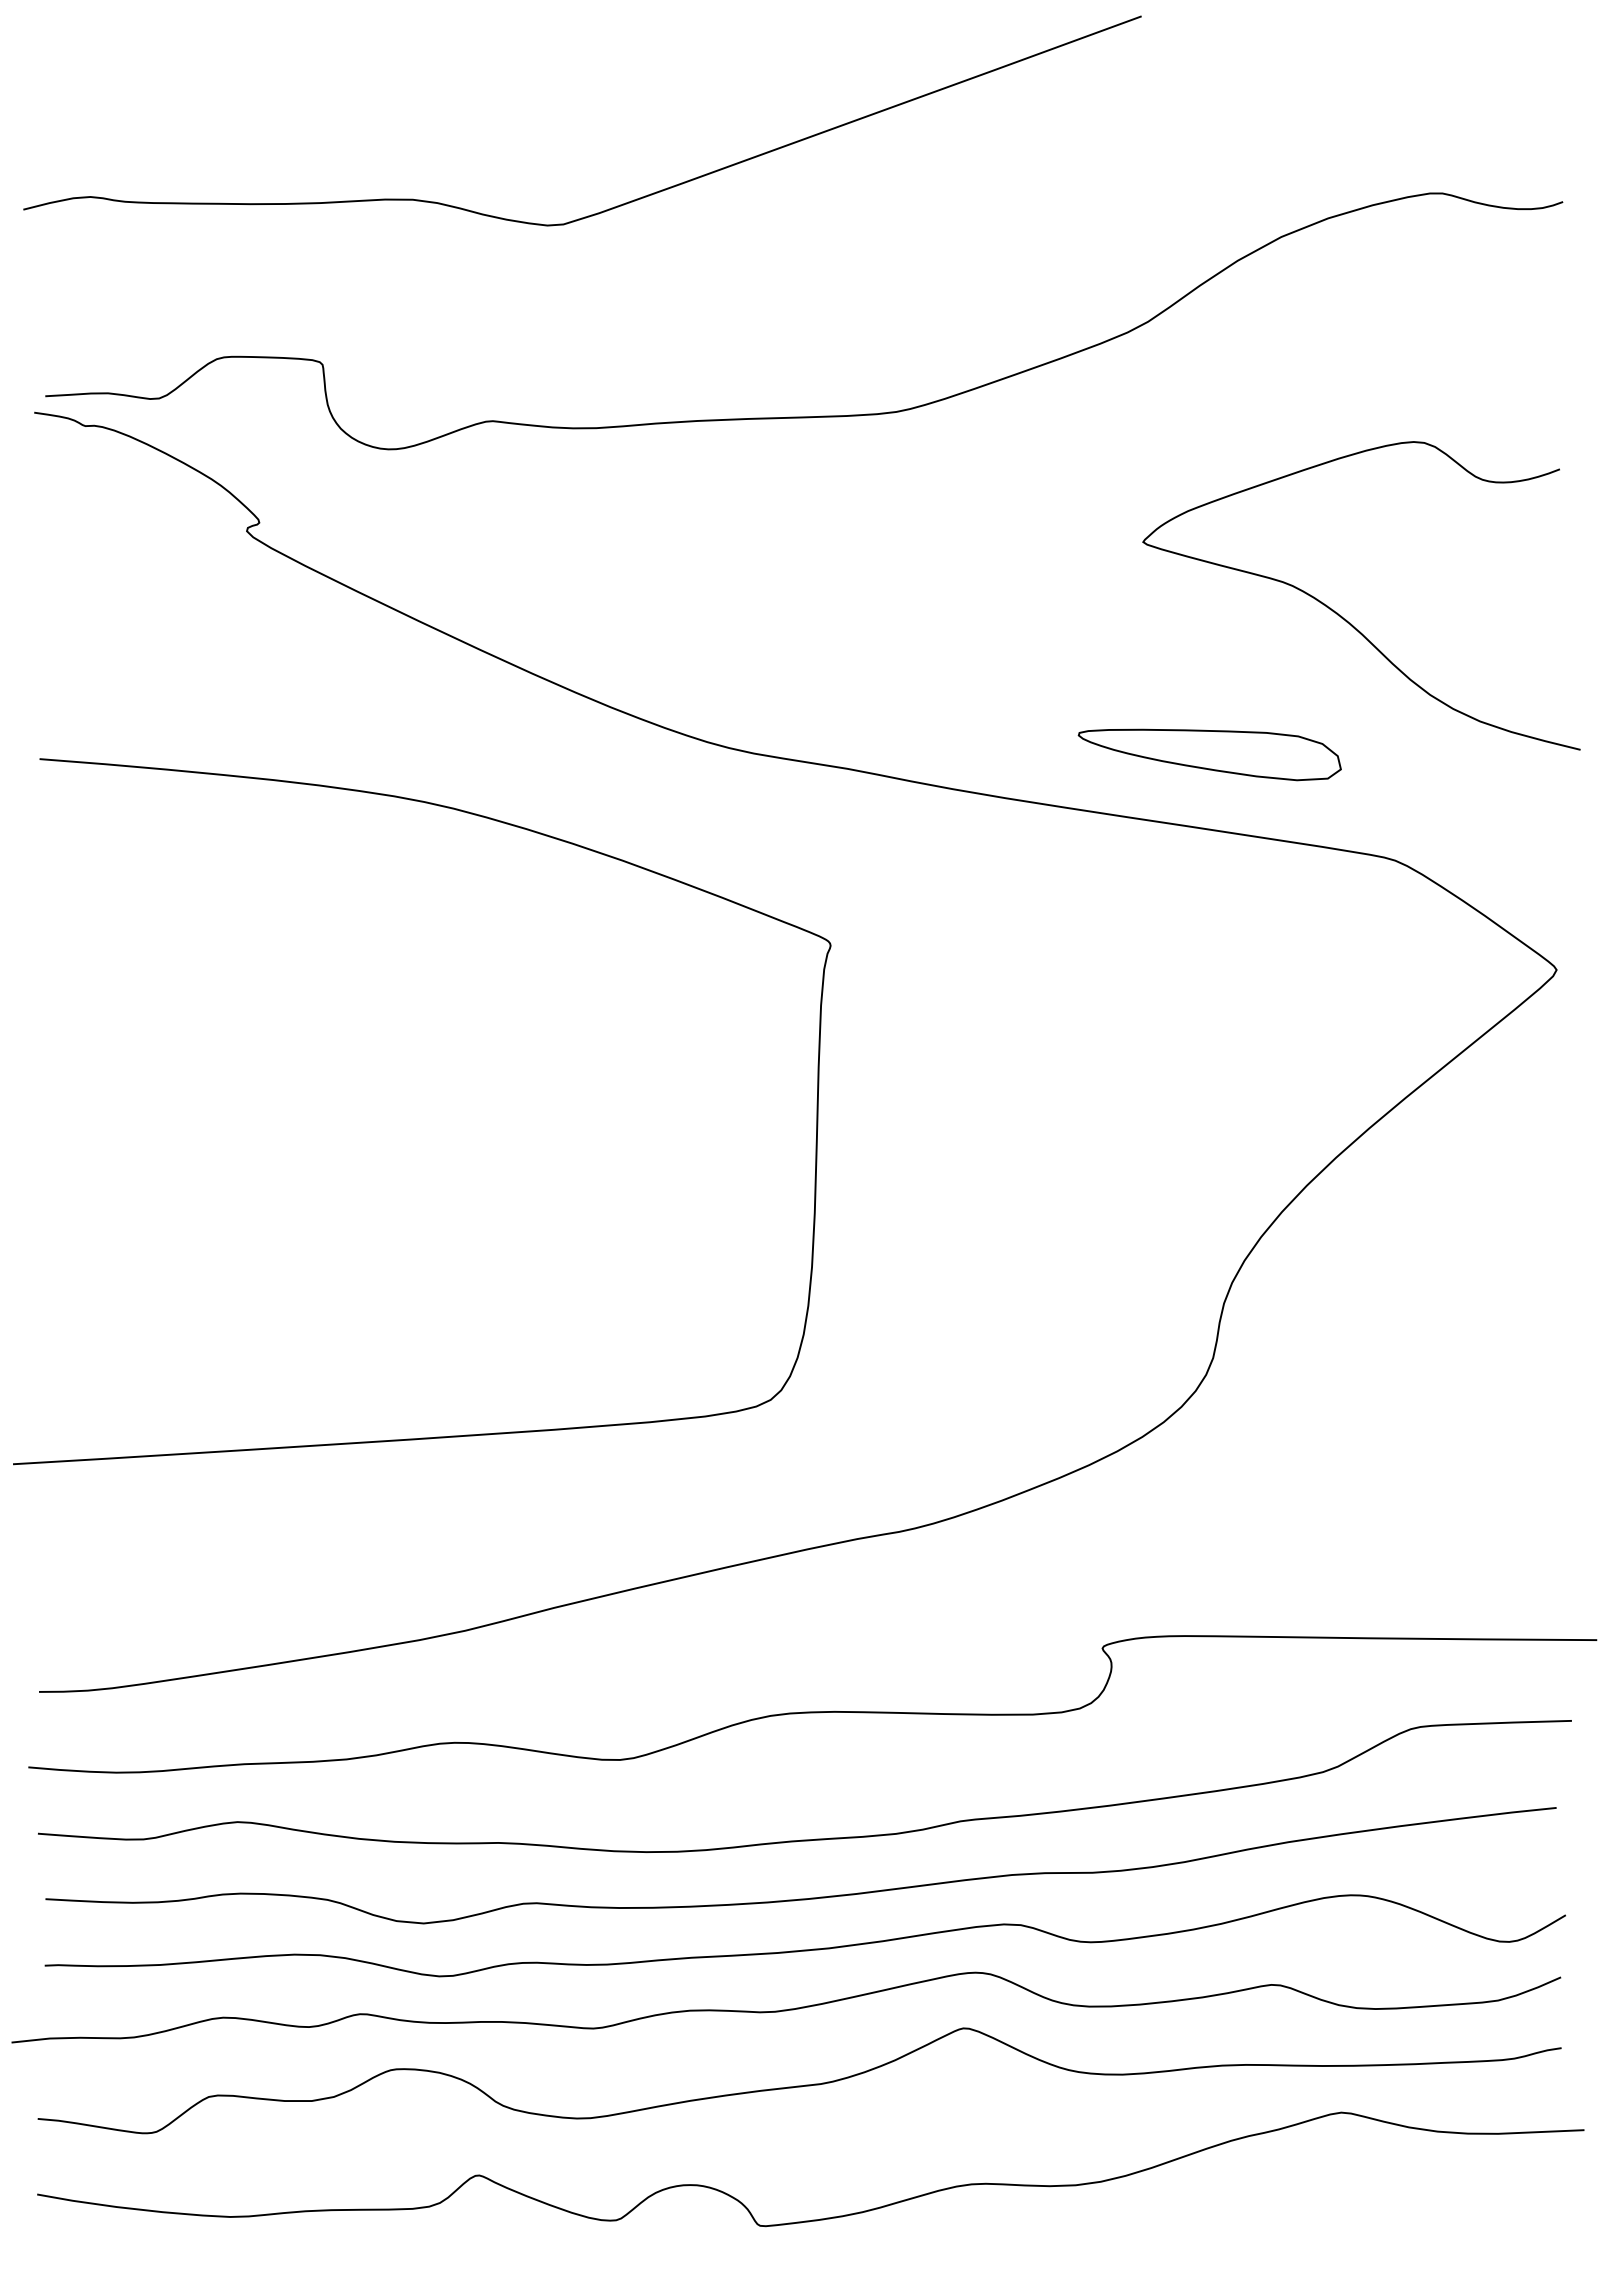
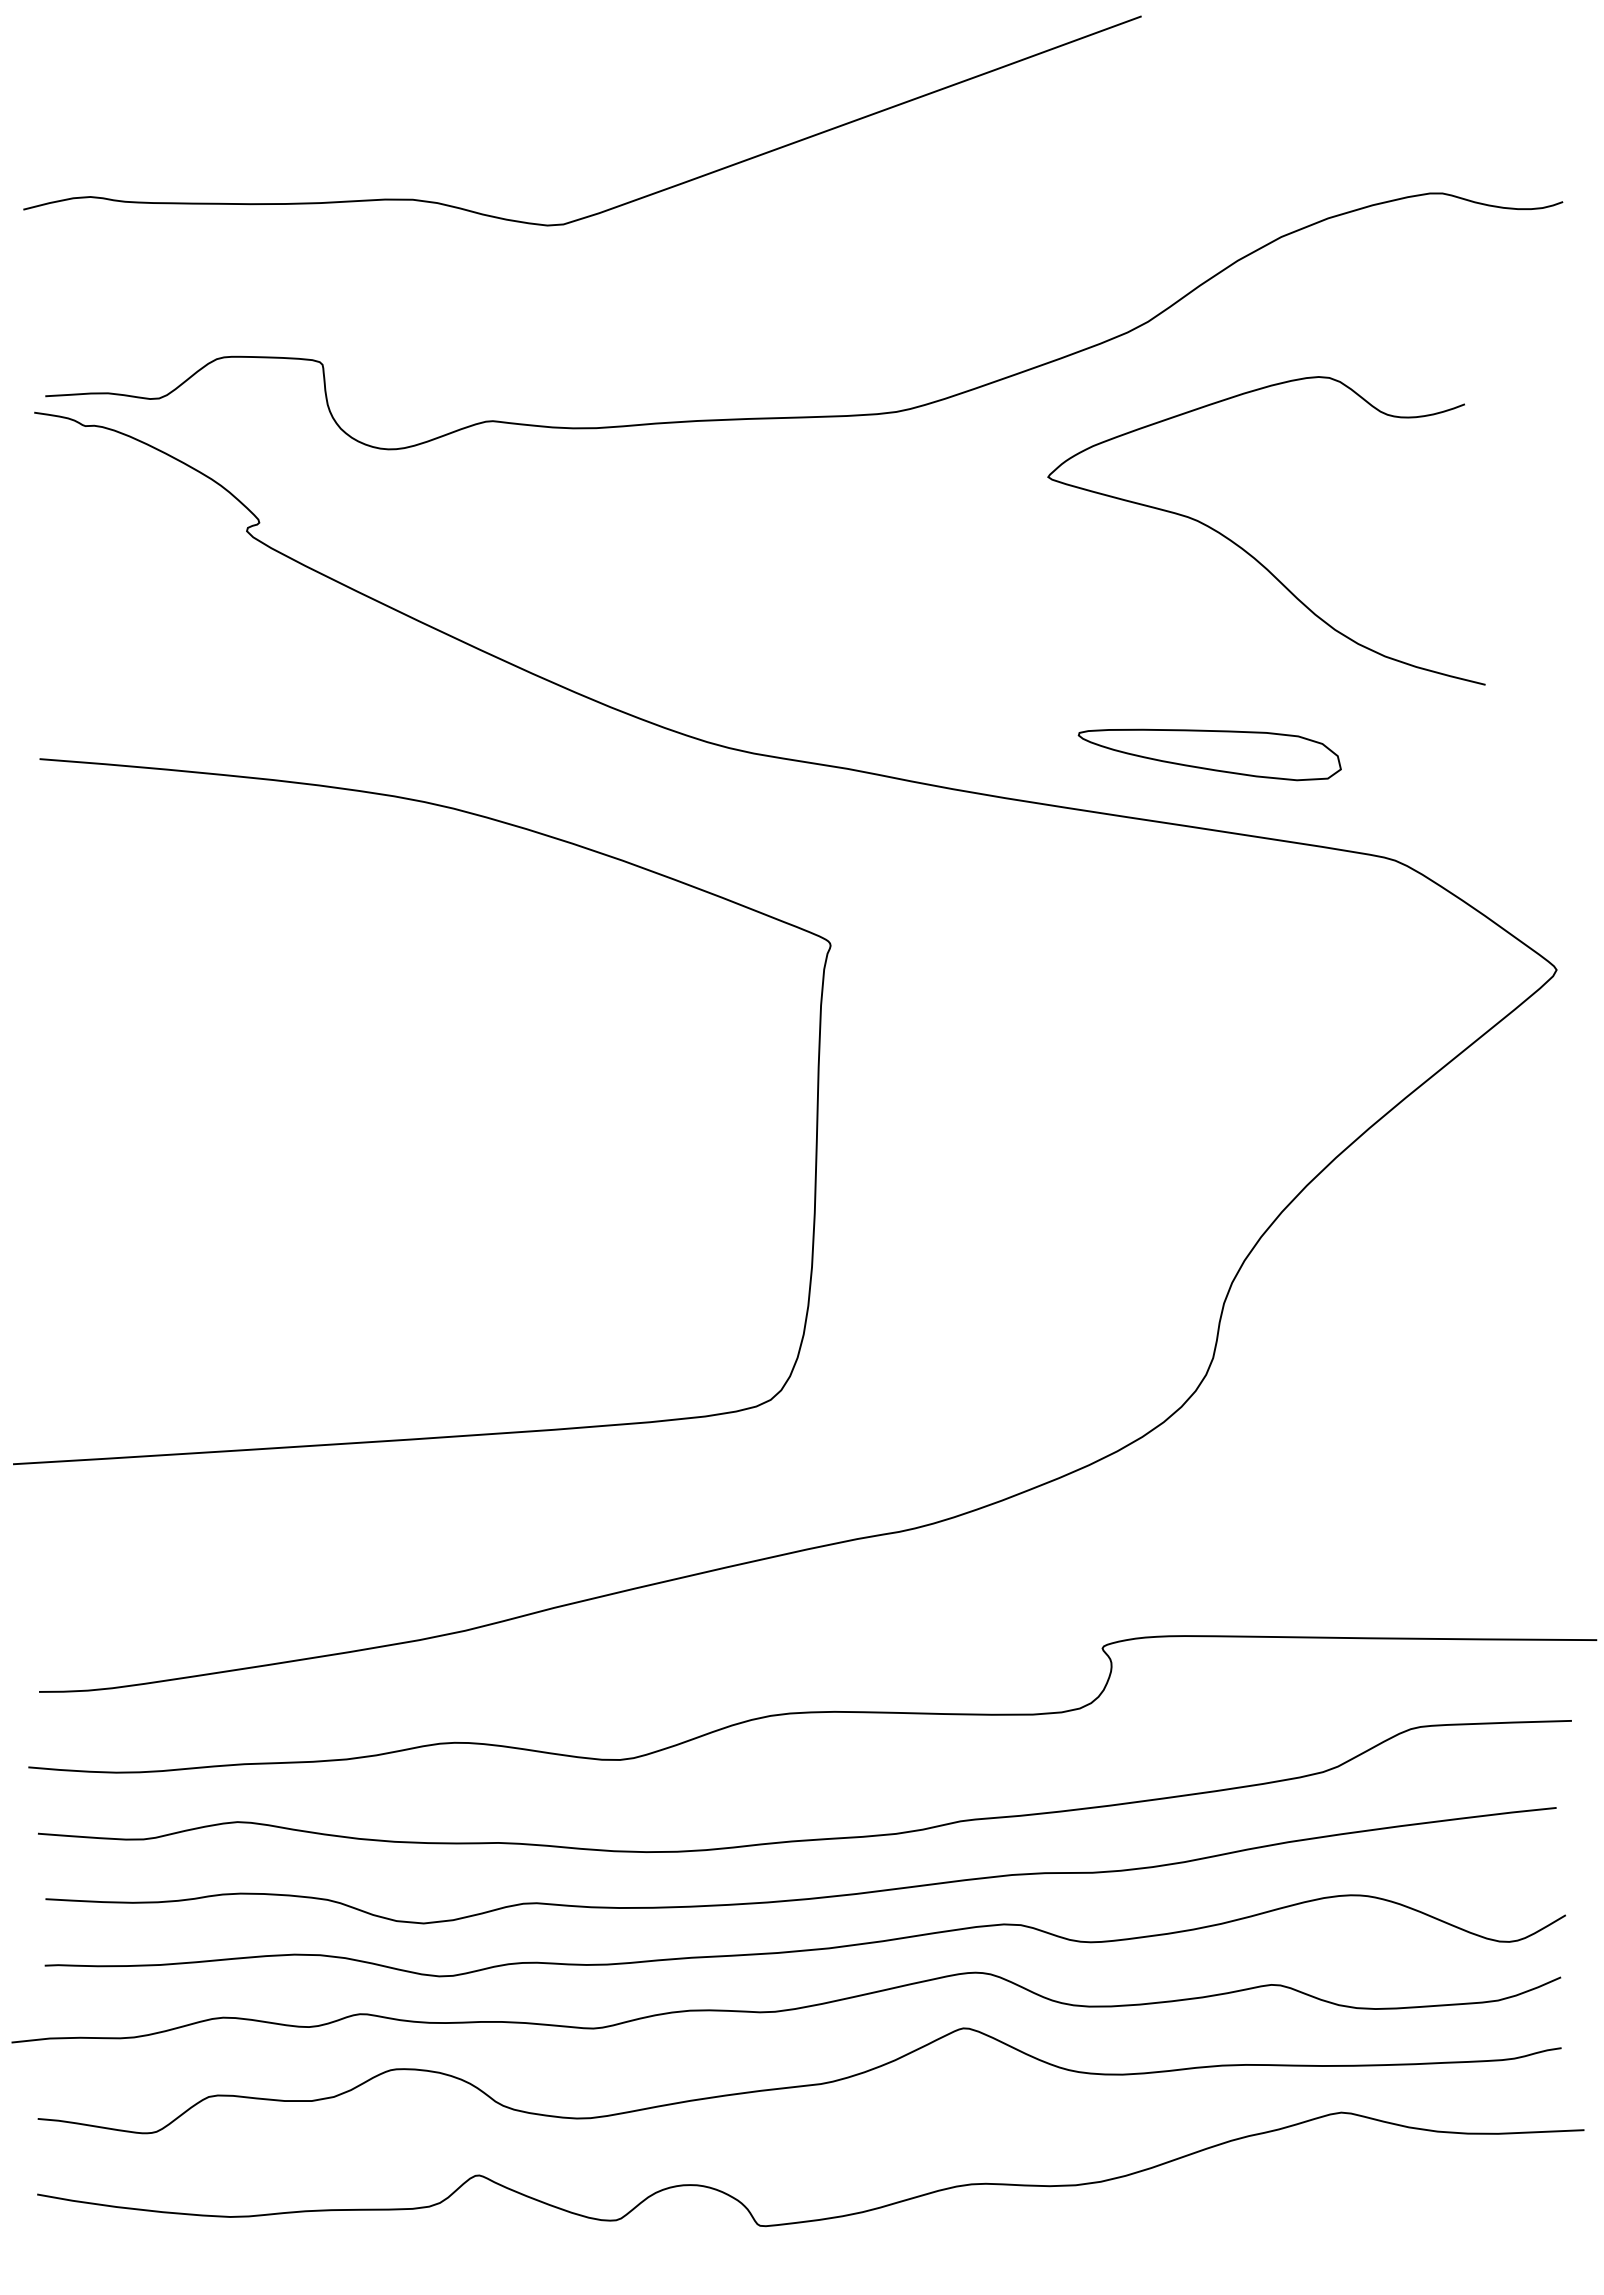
curve at (1341, 615) position: (1341, 615) -> (1246, 550)
